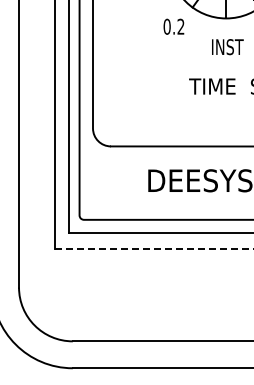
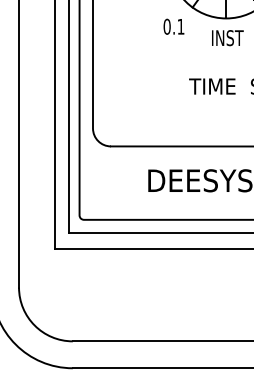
text at (180, 26): 0.2 -> 0.1
text at (227, 47) position: (227, 47) -> (227, 38)
line at (155, 248): dashed -> solid
